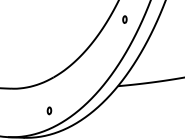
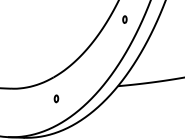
part at (49, 110) position: (49, 110) -> (56, 98)
